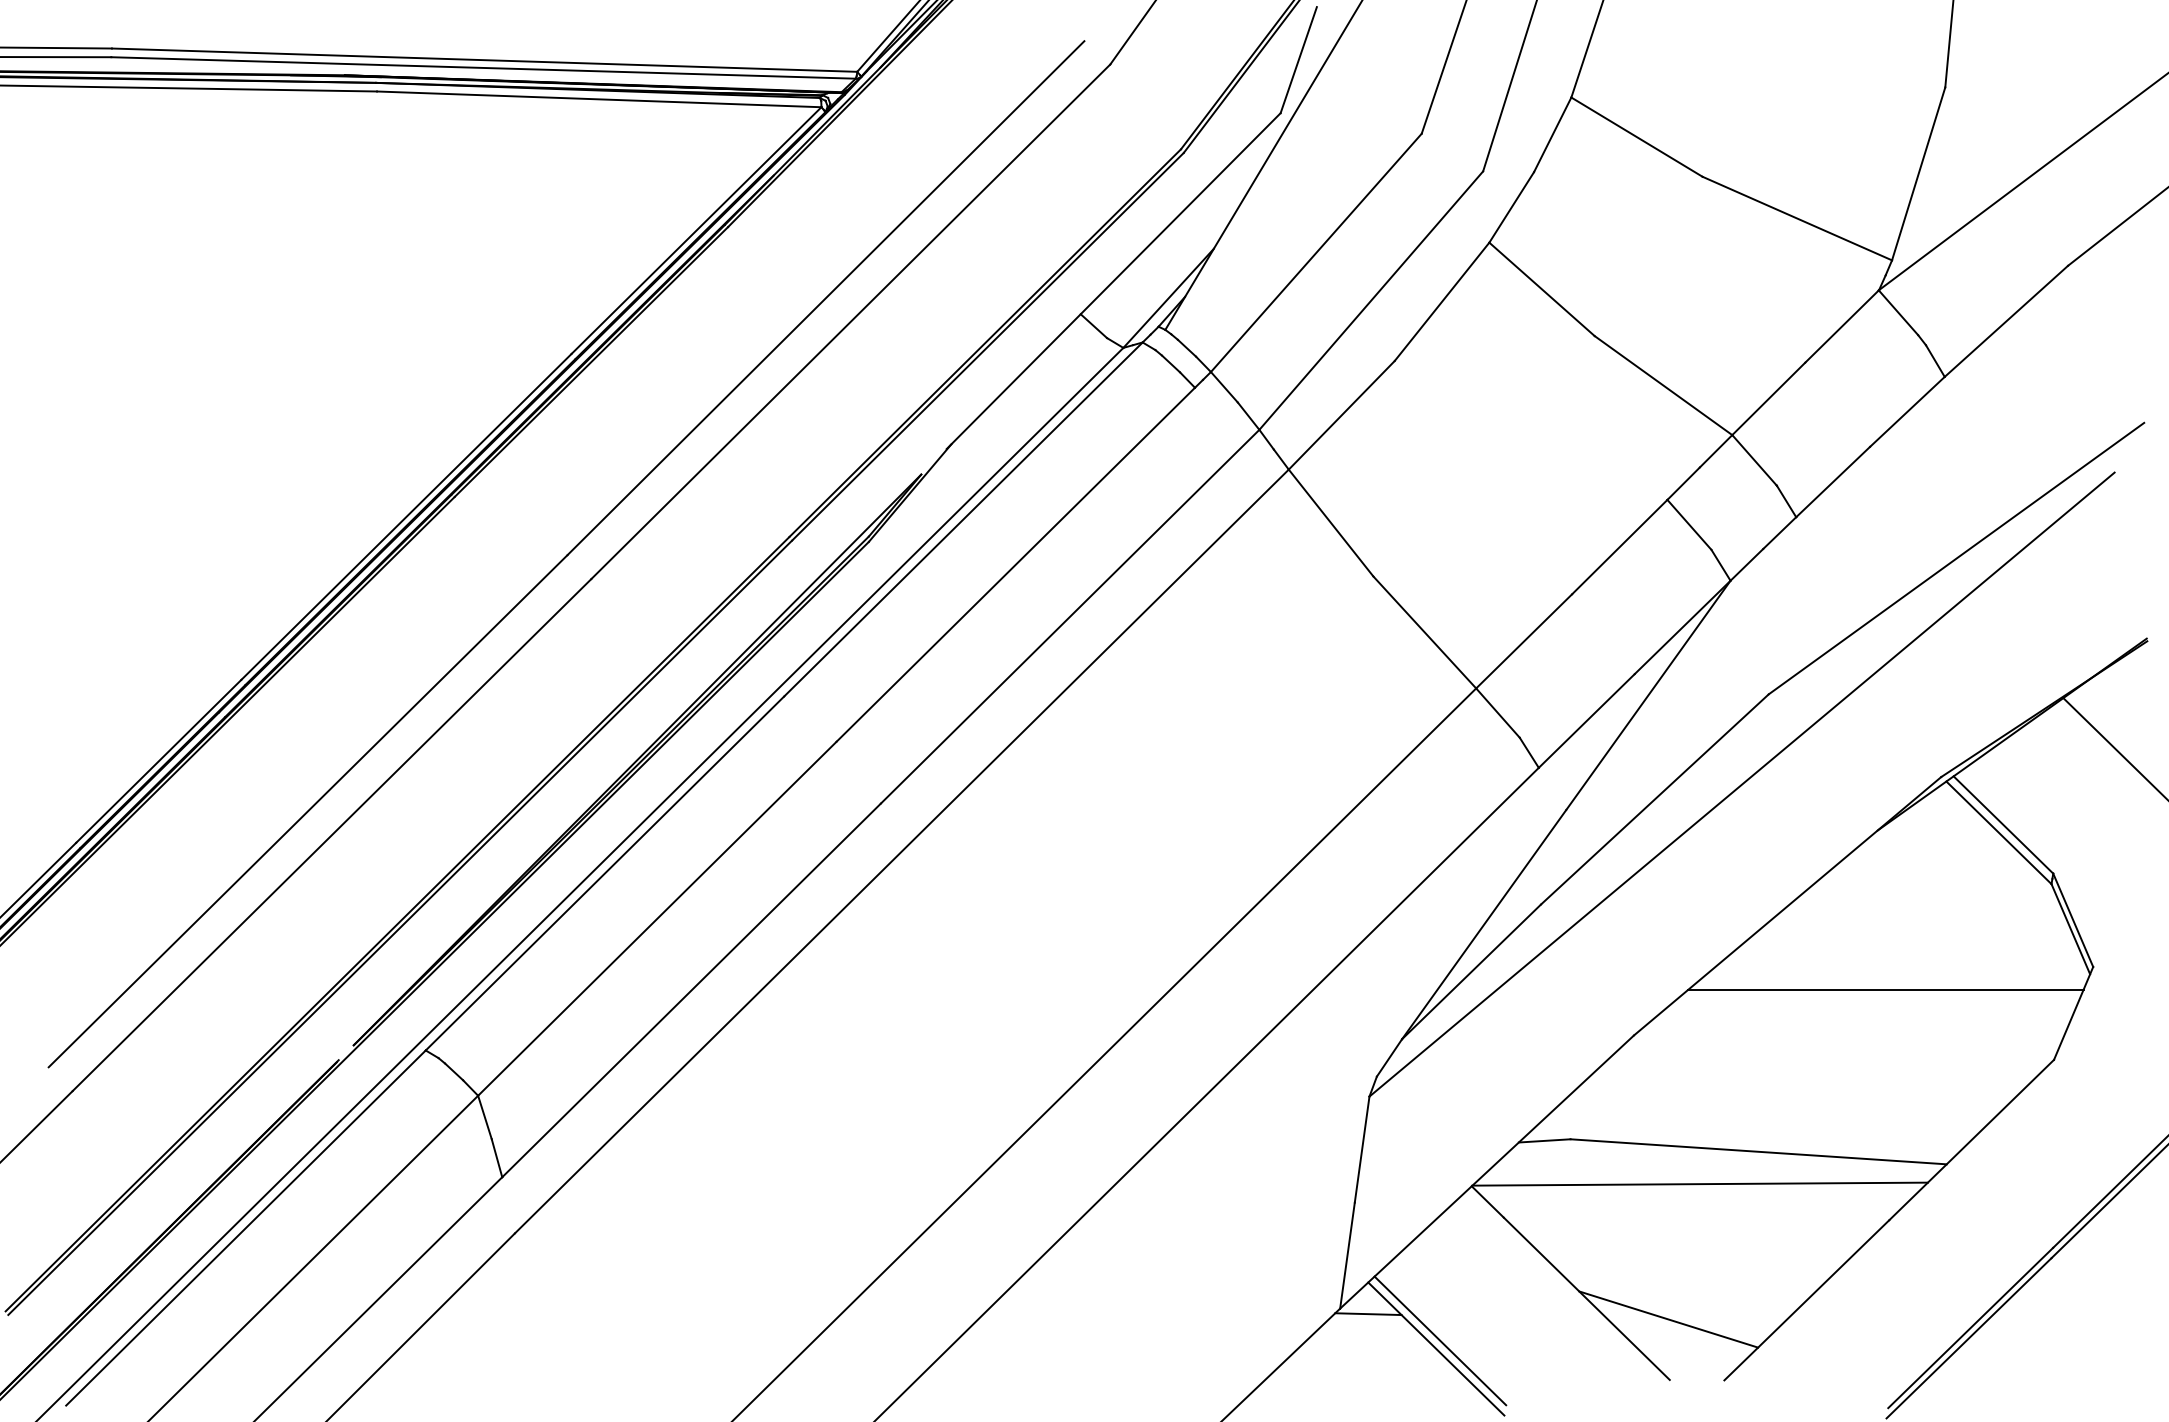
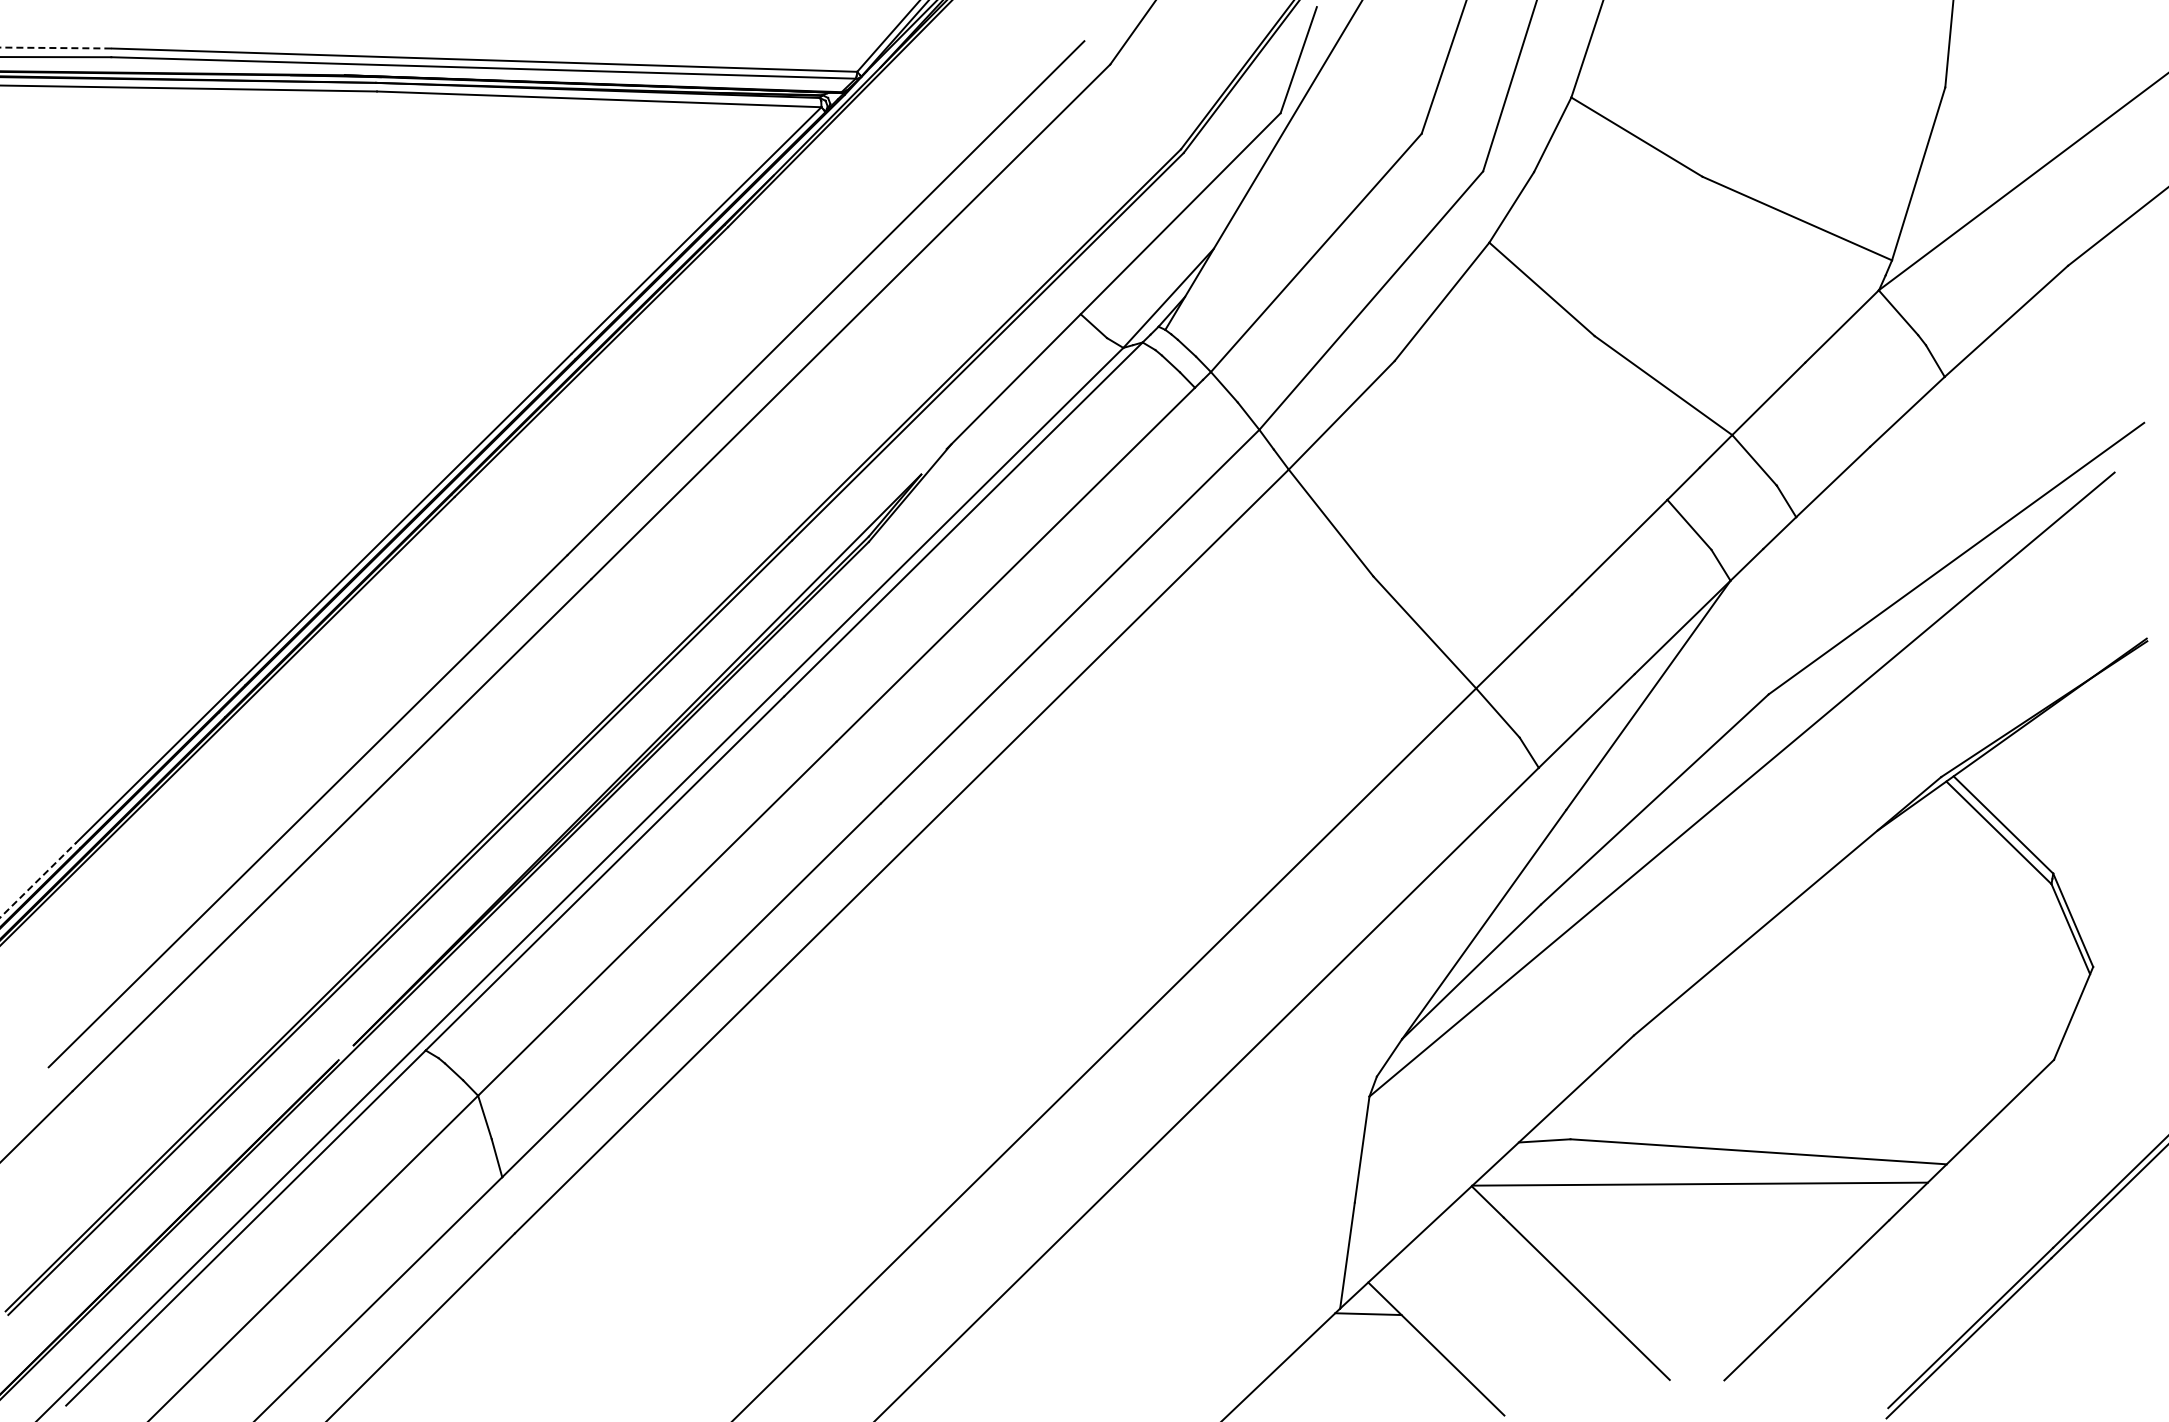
line at (56, 48): solid -> dashed
line at (2114, 748): present -> none
line at (38, 879): solid -> dashed
line at (1885, 989): present -> none
line at (1668, 1319): present -> none
line at (1440, 1340): present -> none
